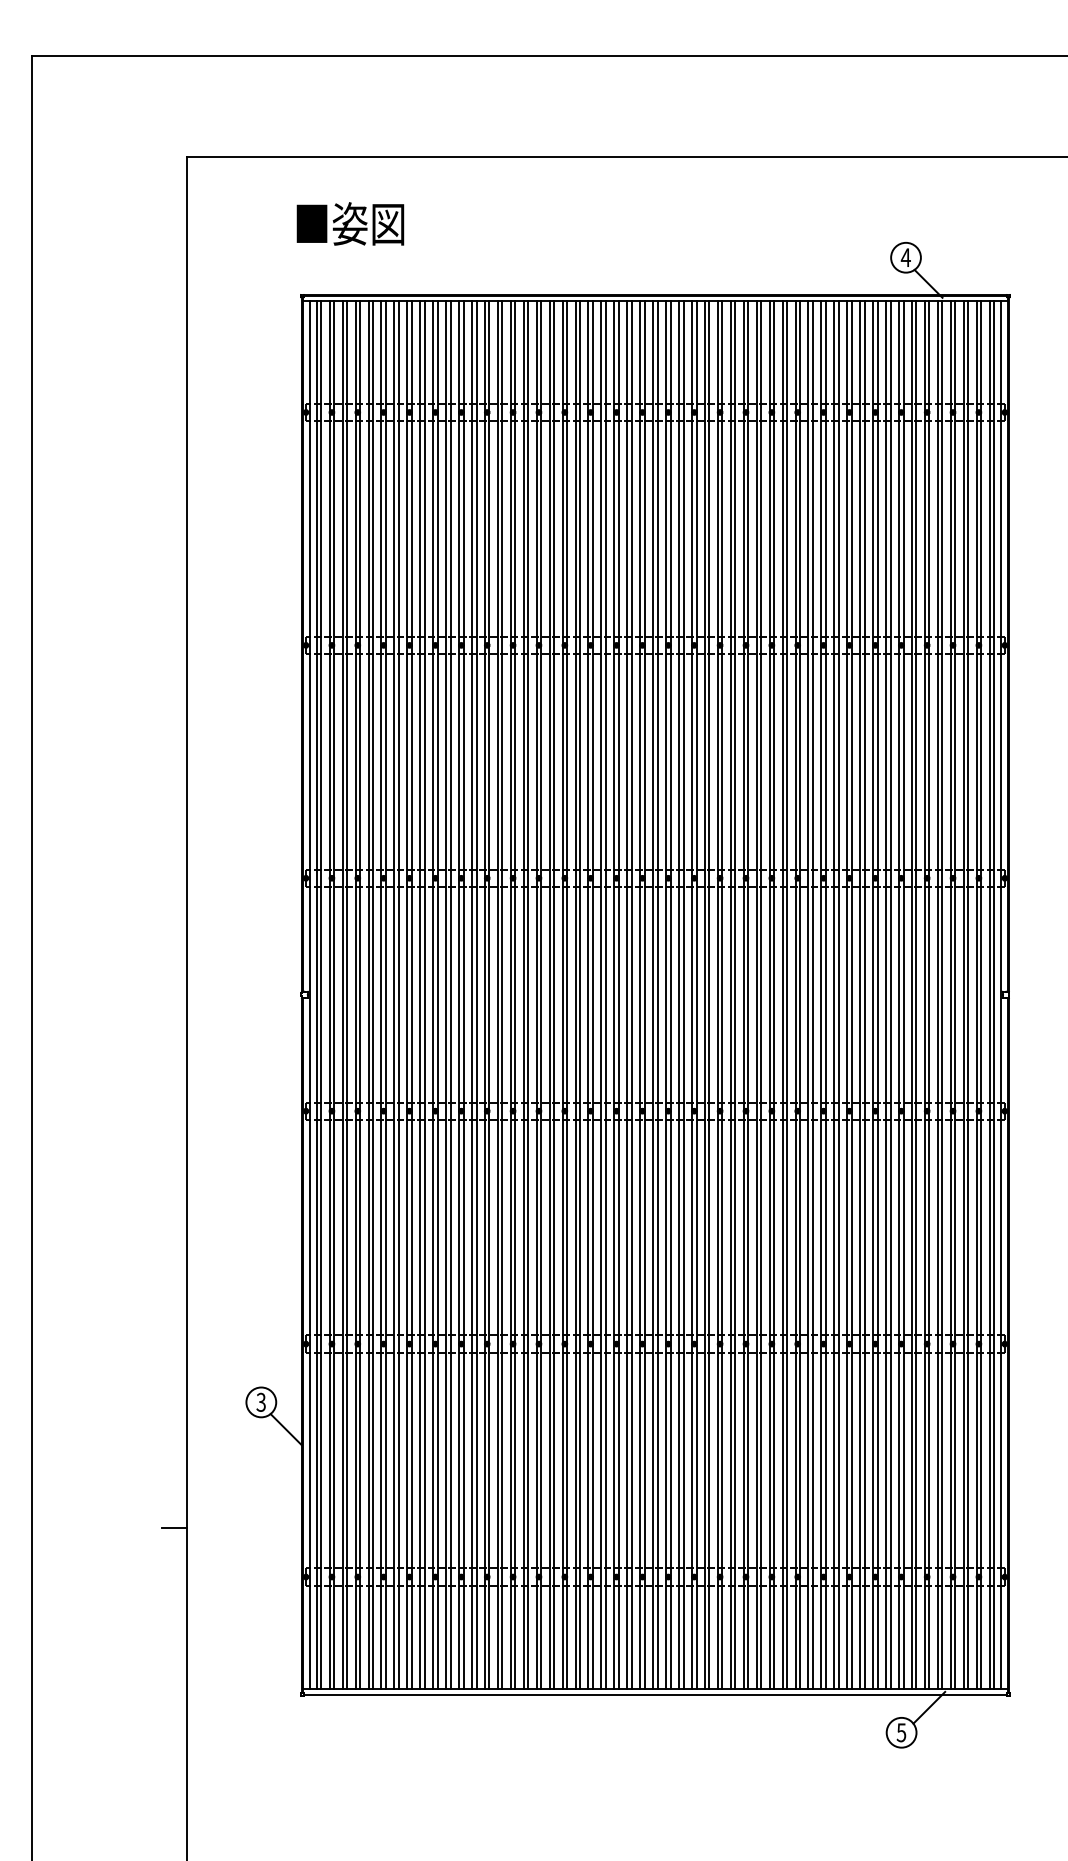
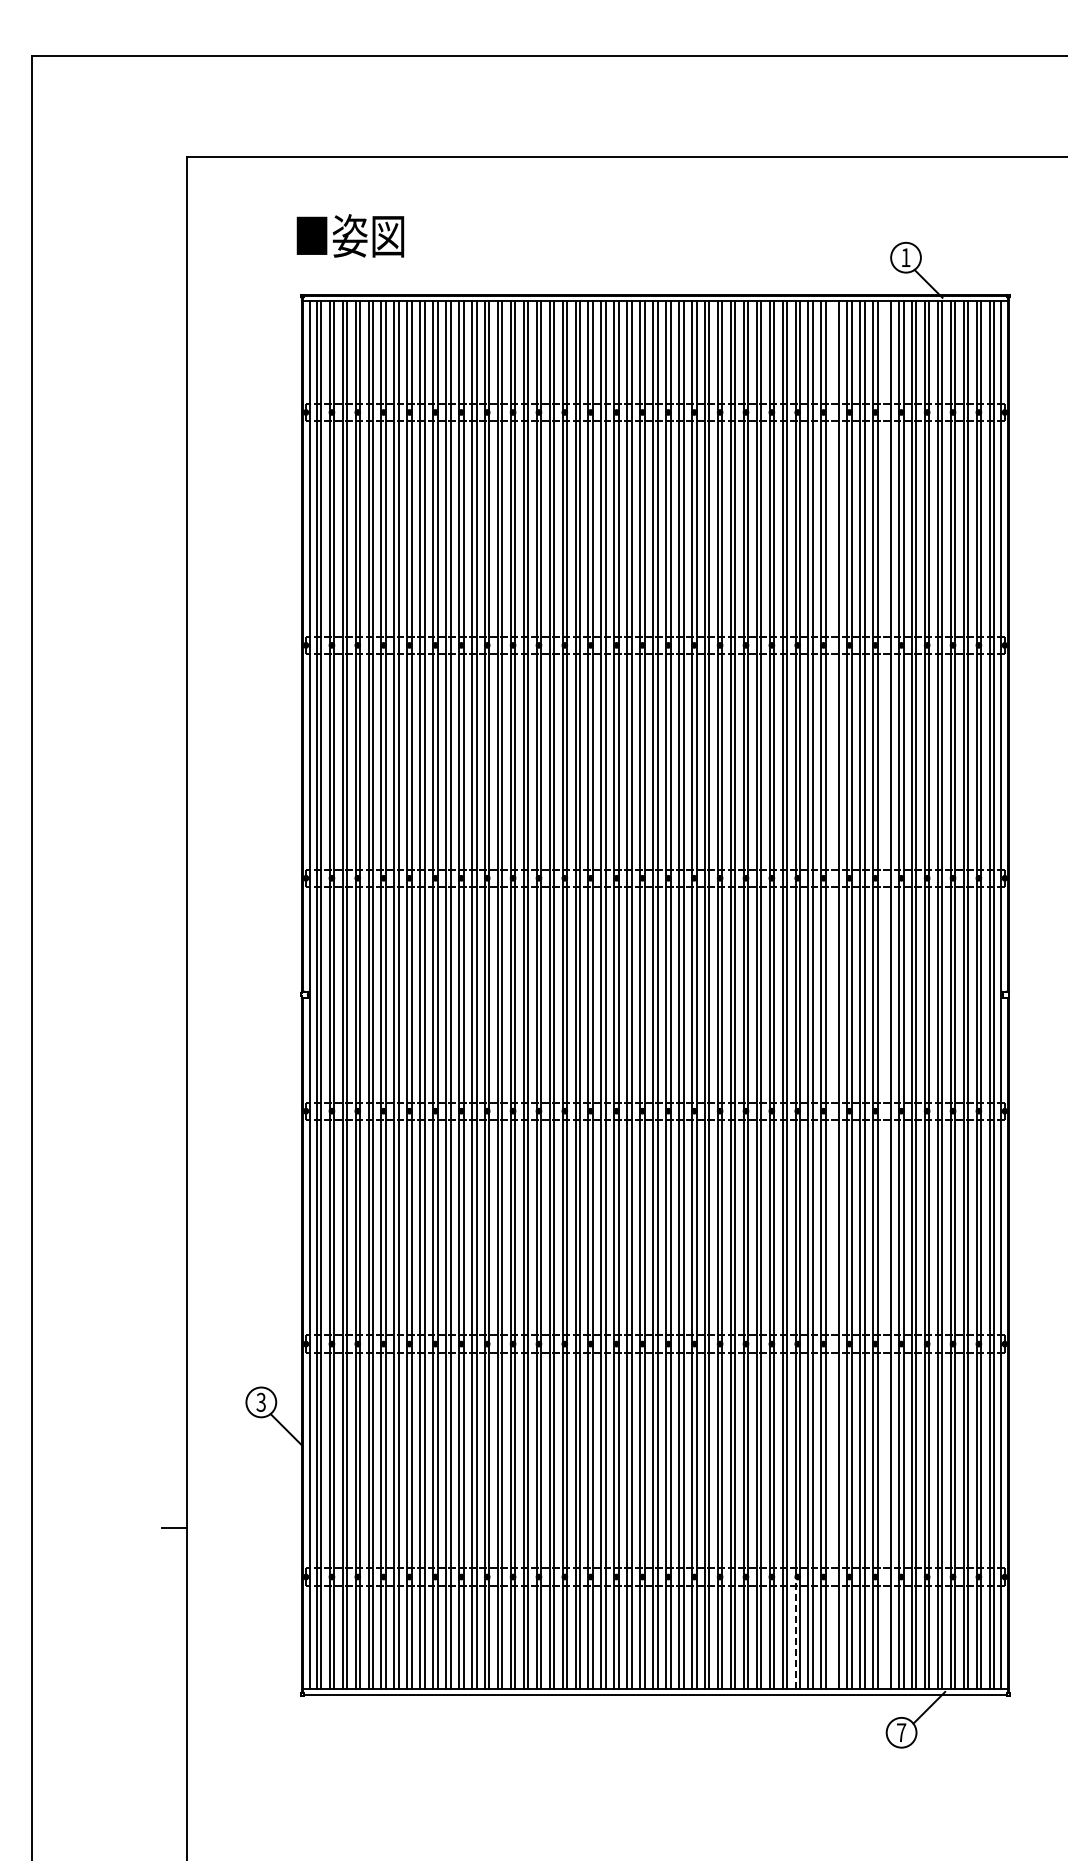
text at (350, 223) position: (350, 223) -> (350, 235)
text at (905, 257): 4 -> 1
line at (834, 994): present -> none
line at (886, 994): present -> none
line at (795, 1633): solid -> dashed
text at (901, 1732): 5 -> 7
